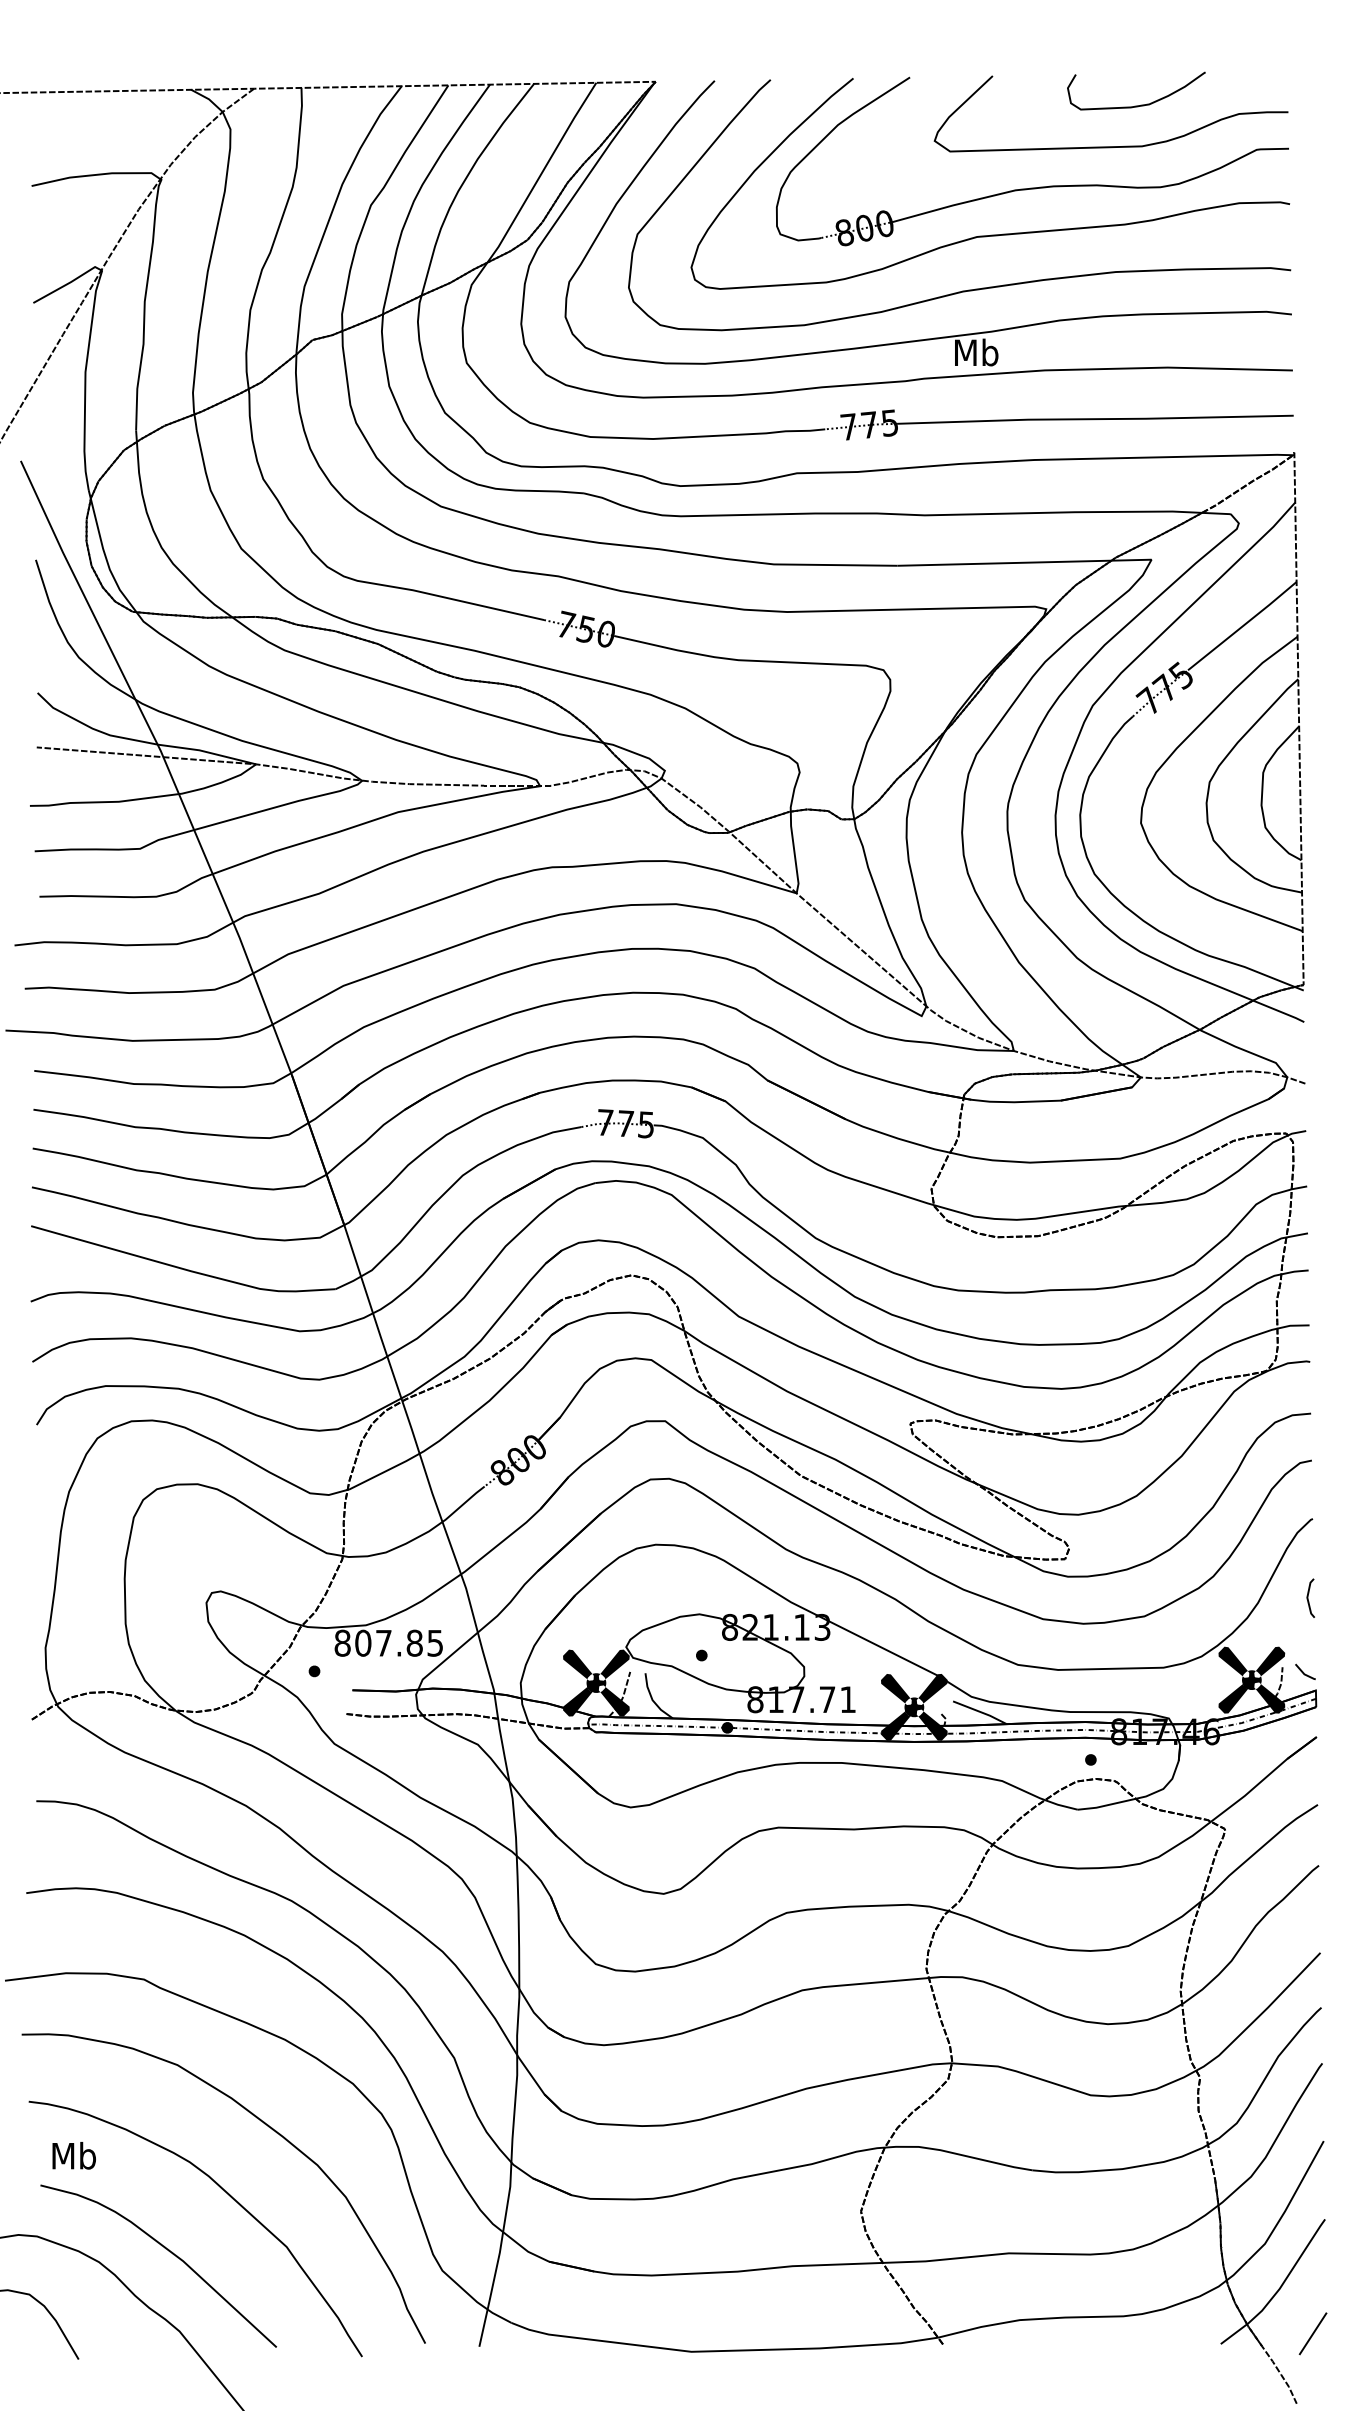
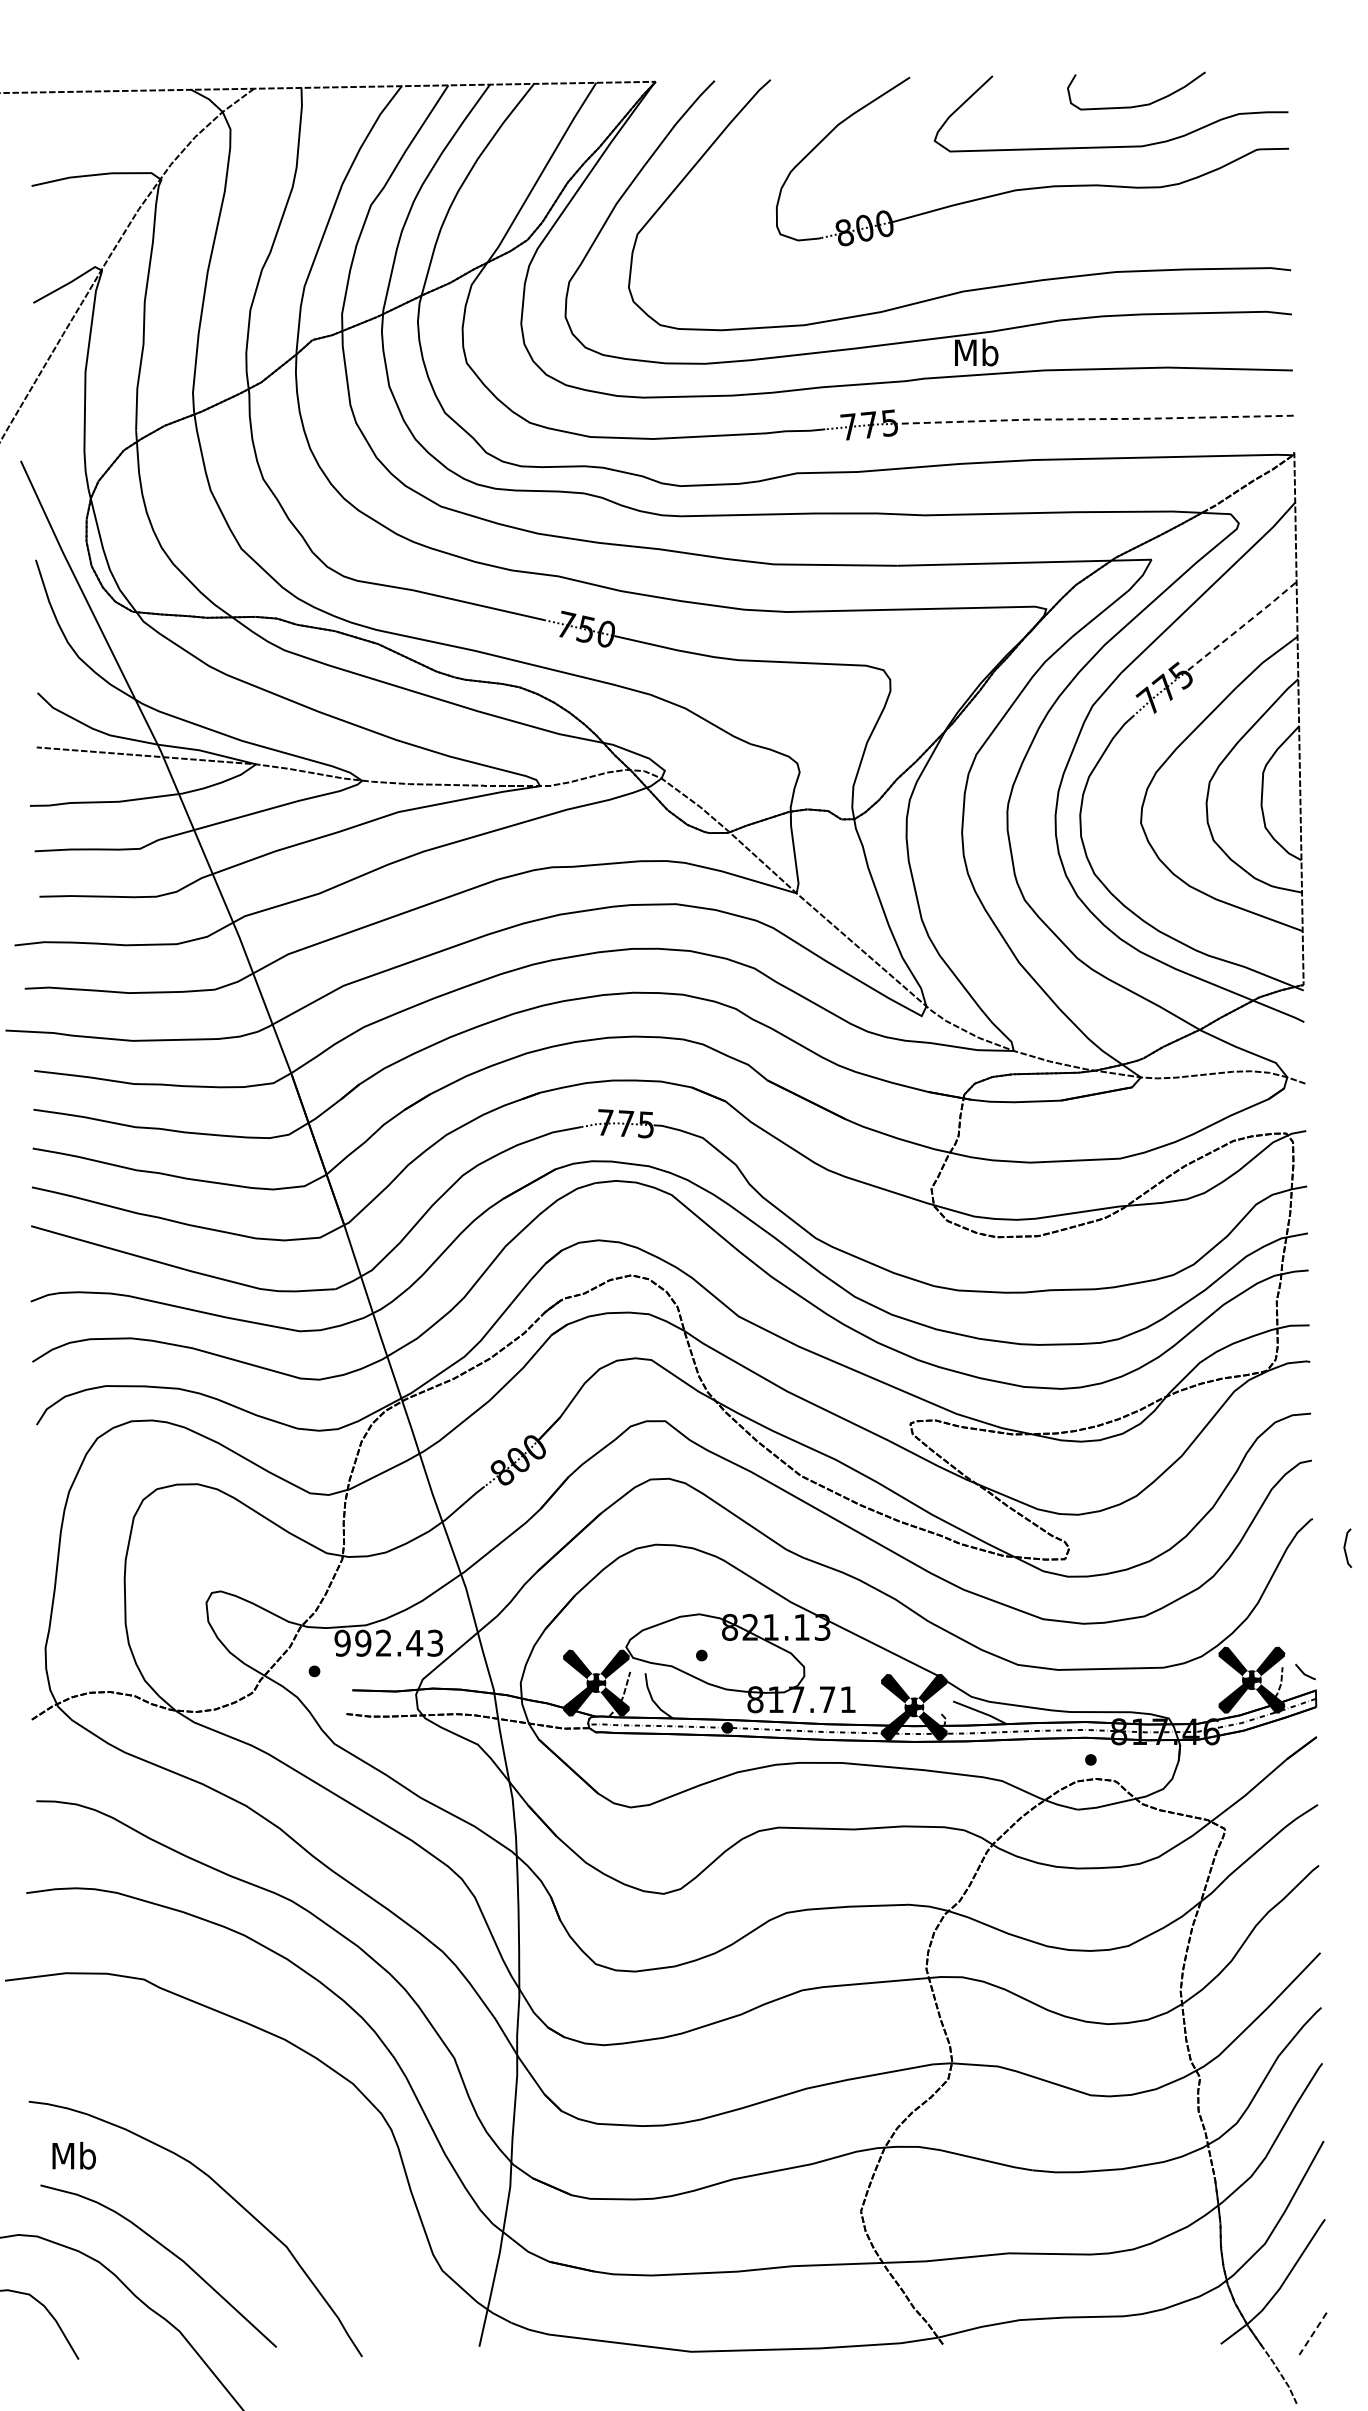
curve at (991, 234): present -> none
line at (1095, 419): solid -> dashed
line at (1243, 626): solid -> dashed
line at (1308, 1597) position: (1308, 1597) -> (1345, 1547)
text at (388, 1642): 807.85 -> 992.43
curve at (268, 2127): present -> none
line at (1313, 2333): solid -> dashed
